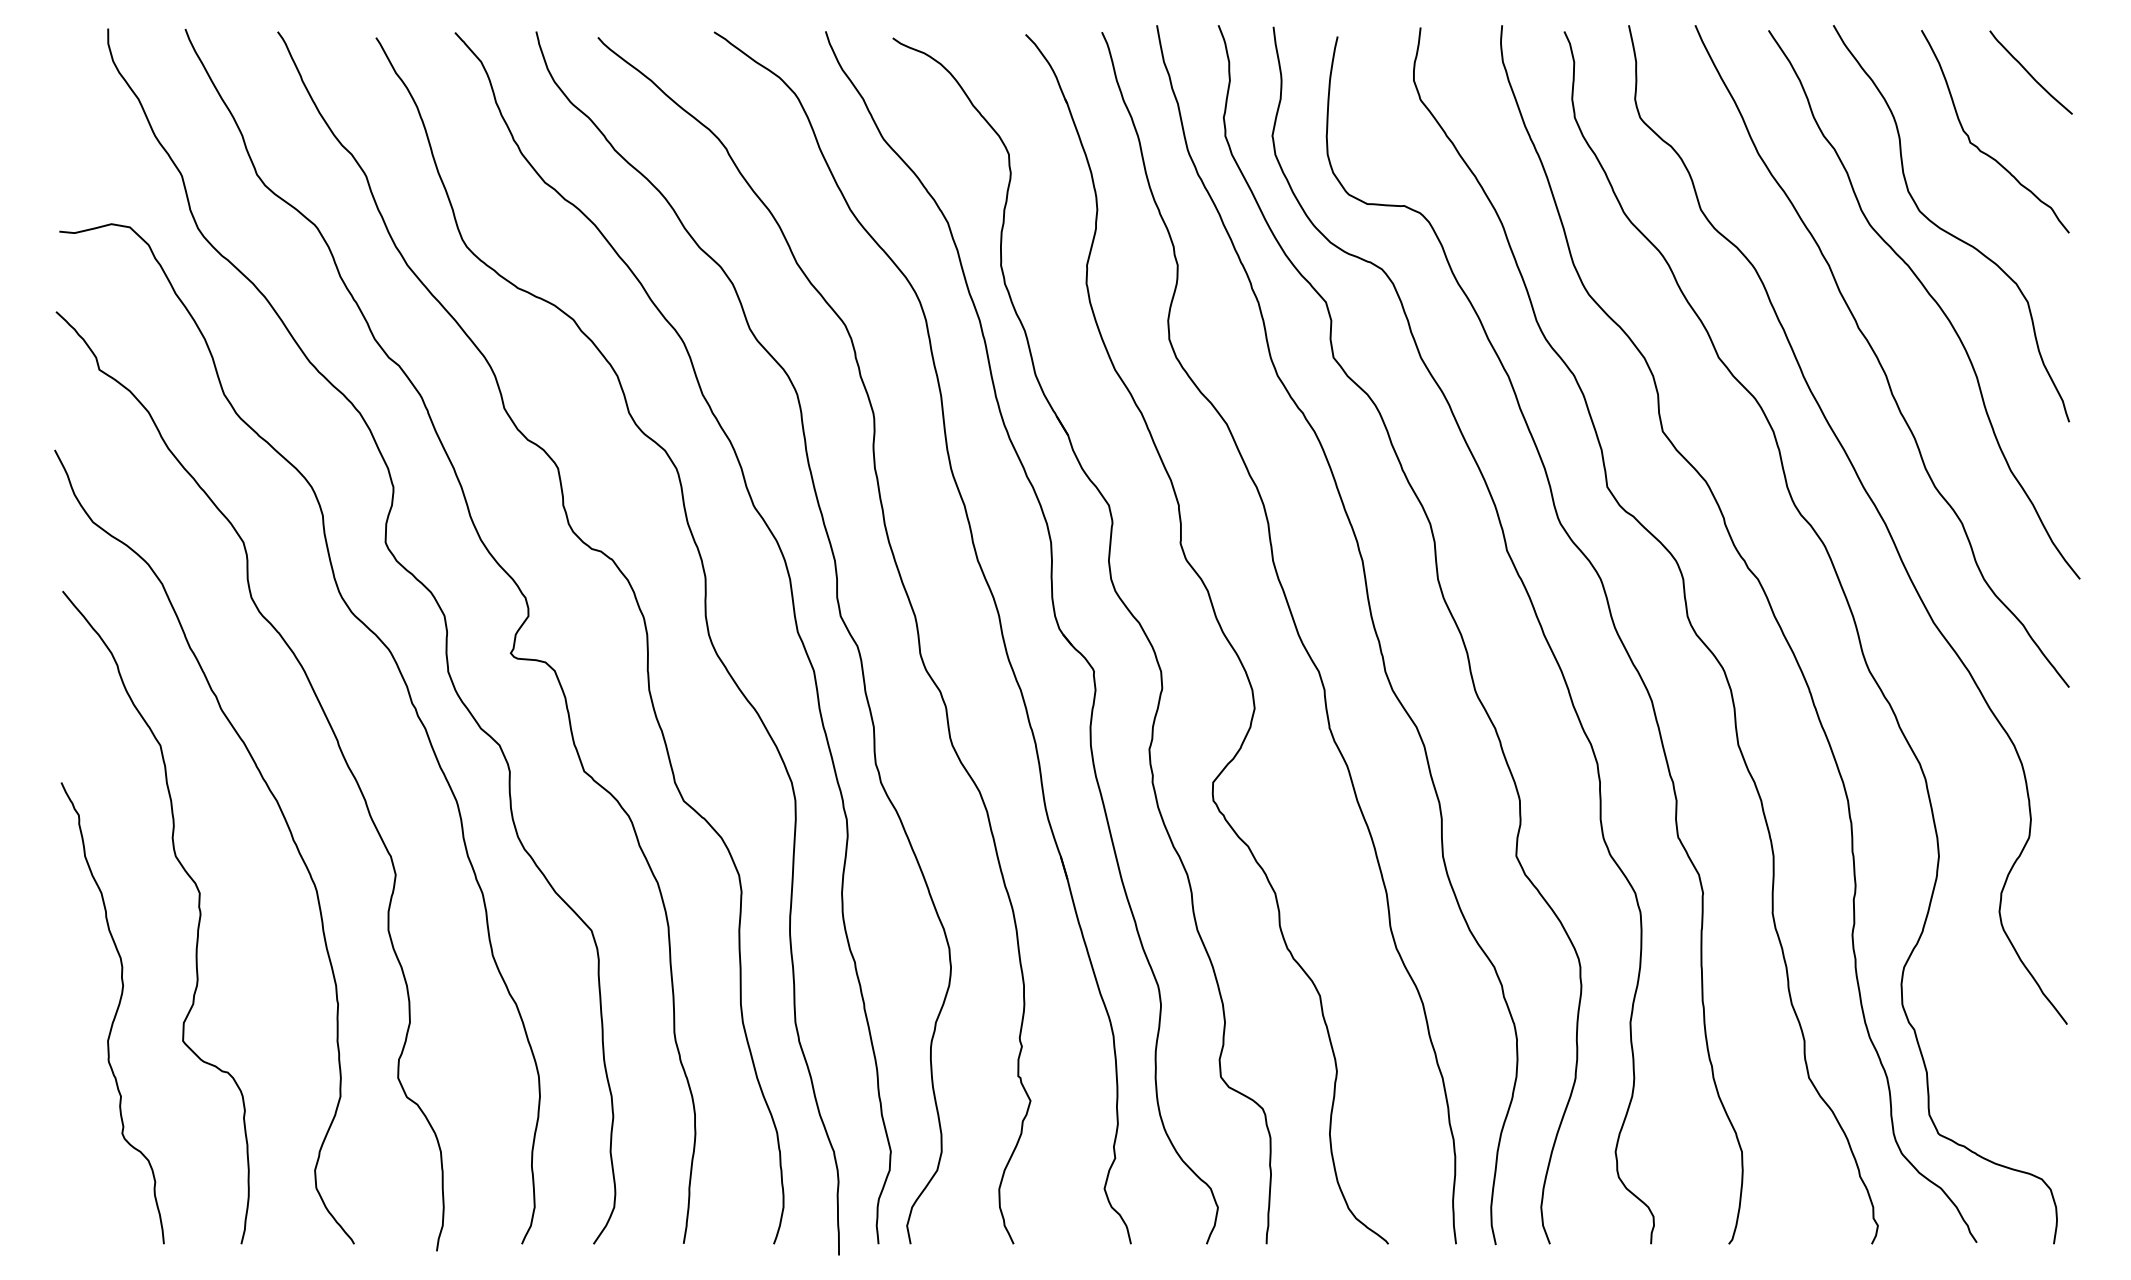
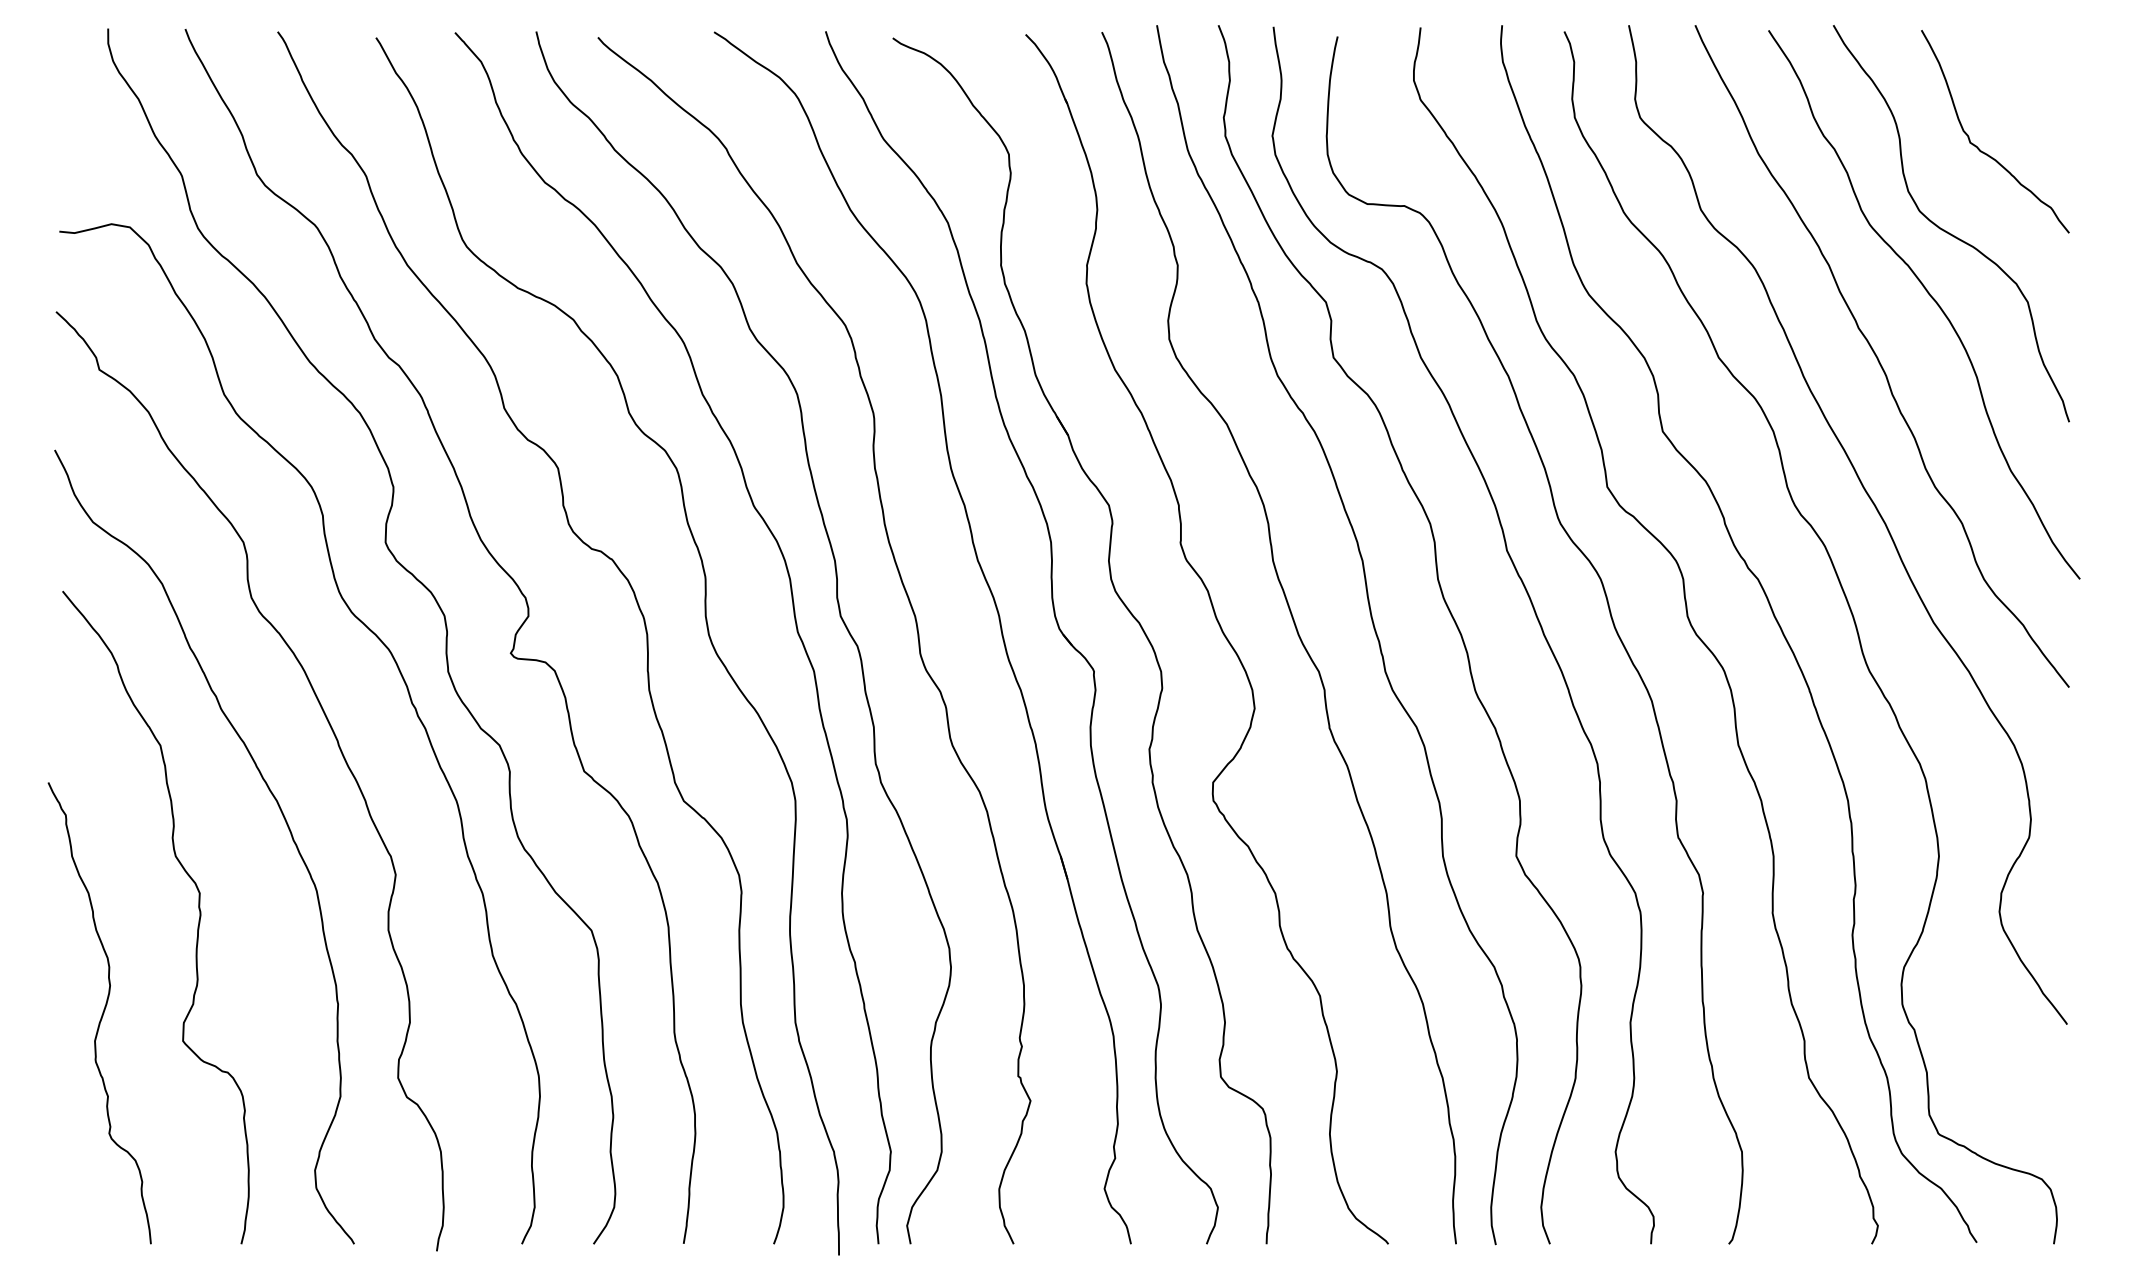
curve at (2029, 72): present -> none
curve at (114, 1014) position: (114, 1014) -> (101, 1014)
